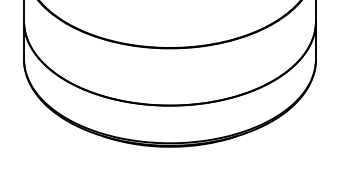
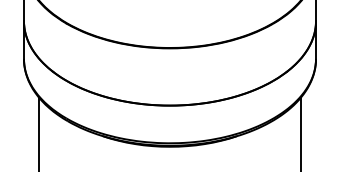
line at (38, 132): none -> present
line at (301, 132): none -> present
